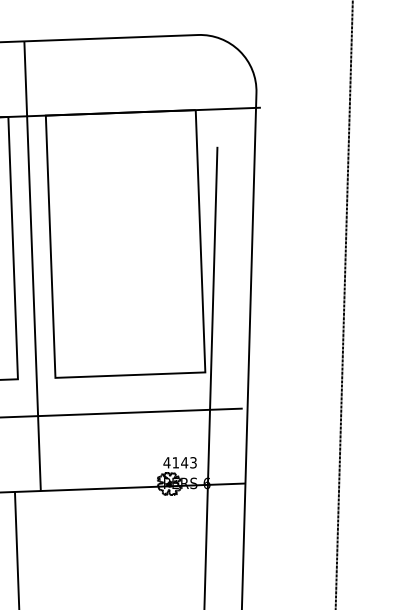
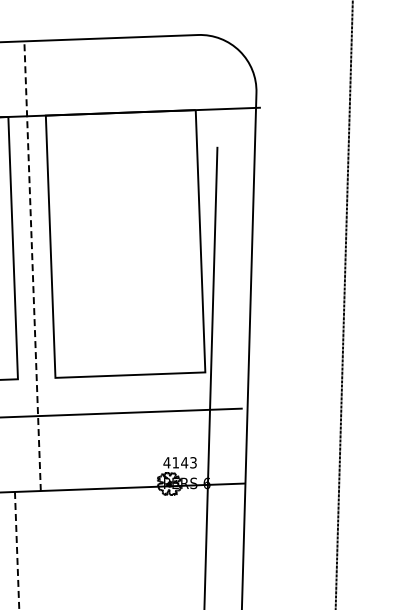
line at (32, 266): solid -> dashed
line at (17, 550): solid -> dashed
